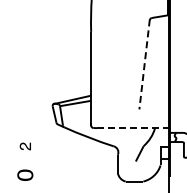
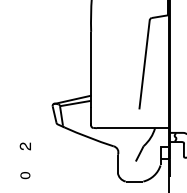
line at (144, 64): dashed -> solid
line at (133, 128): dashed -> solid
part at (25, 174) size: 17x12 px -> 11x8 px
